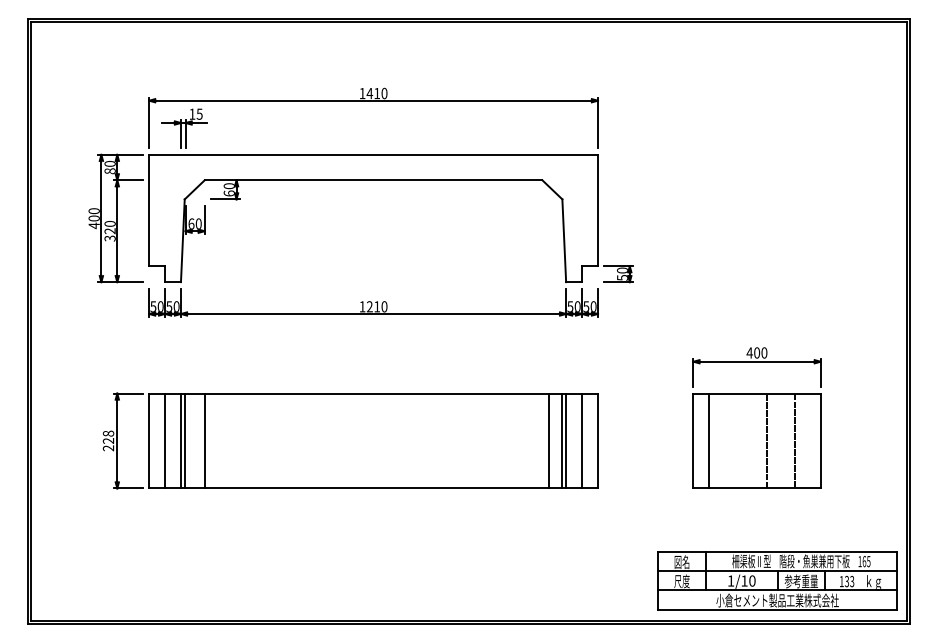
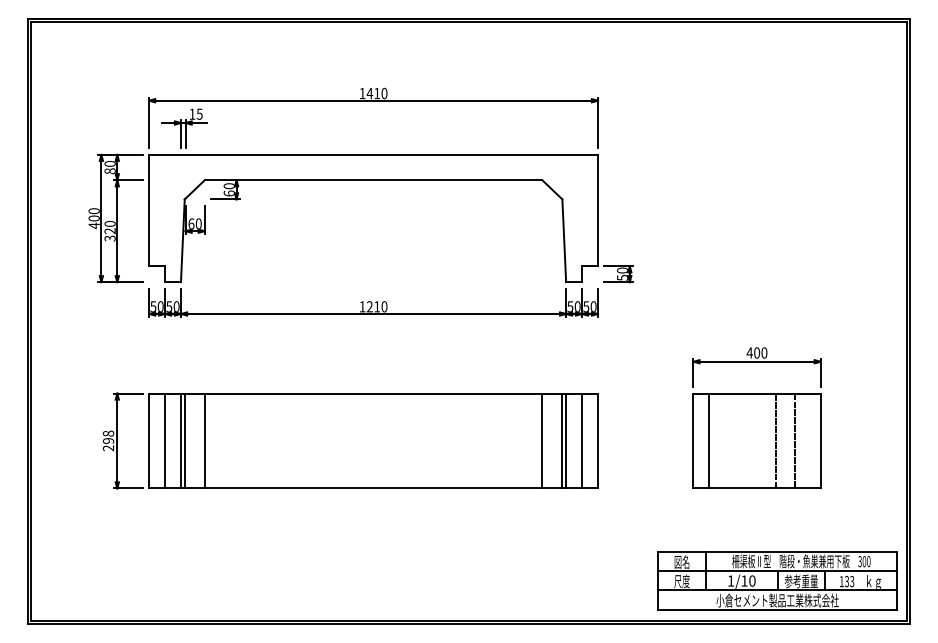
text at (108, 440): 228 -> 298
line at (549, 440) position: (549, 440) -> (542, 440)
line at (767, 440) position: (767, 440) -> (776, 440)
text at (864, 561): 165 -> 300
